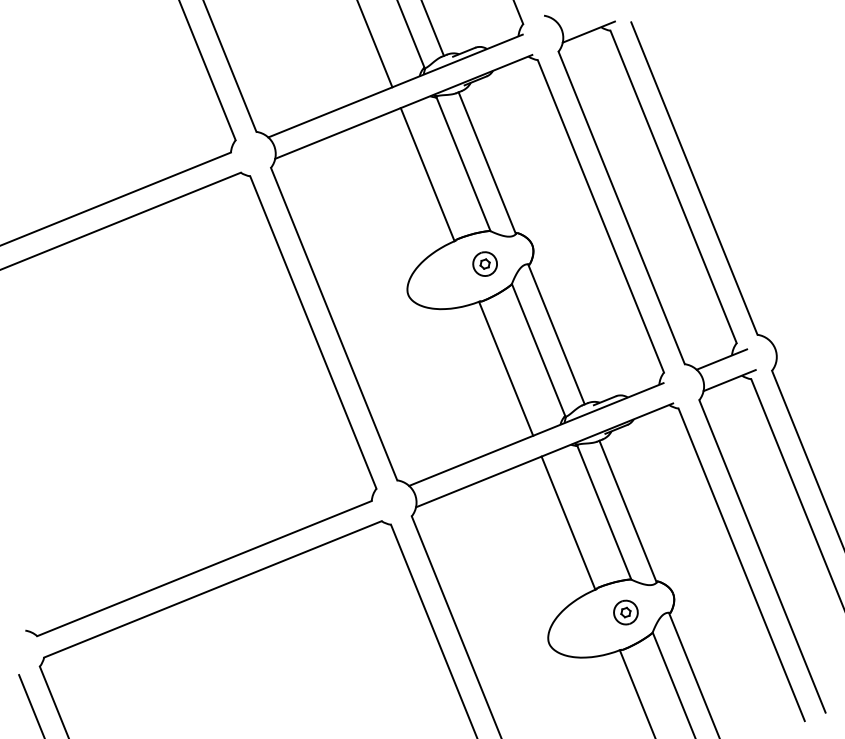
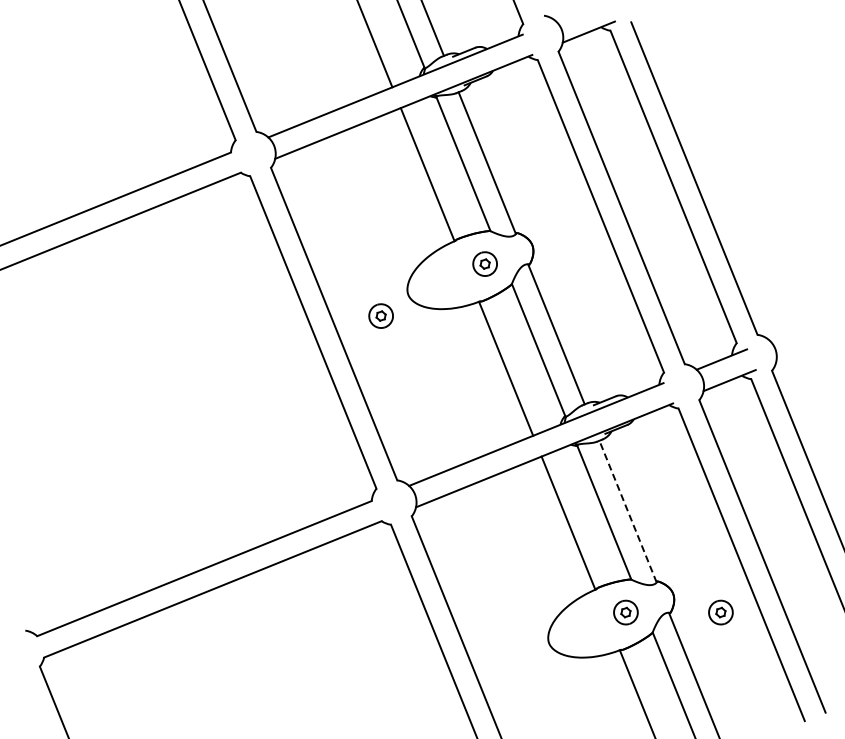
part at (380, 315): none -> present
line at (627, 511): solid -> dashed
part at (720, 612): none -> present
line at (31, 705): present -> none
